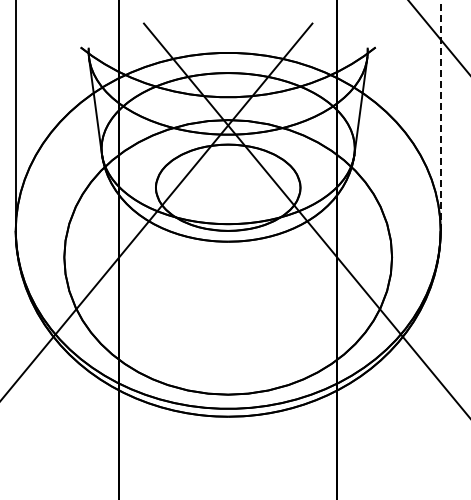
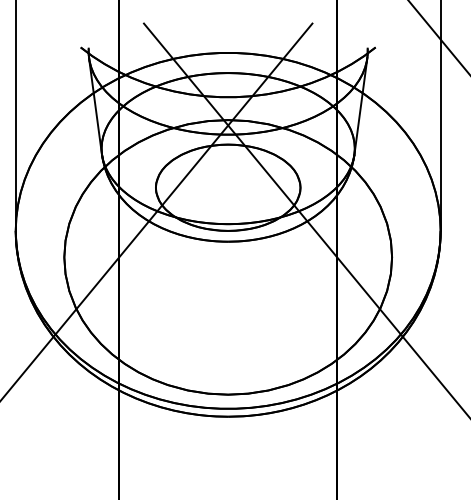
line at (440, 115): dashed -> solid
